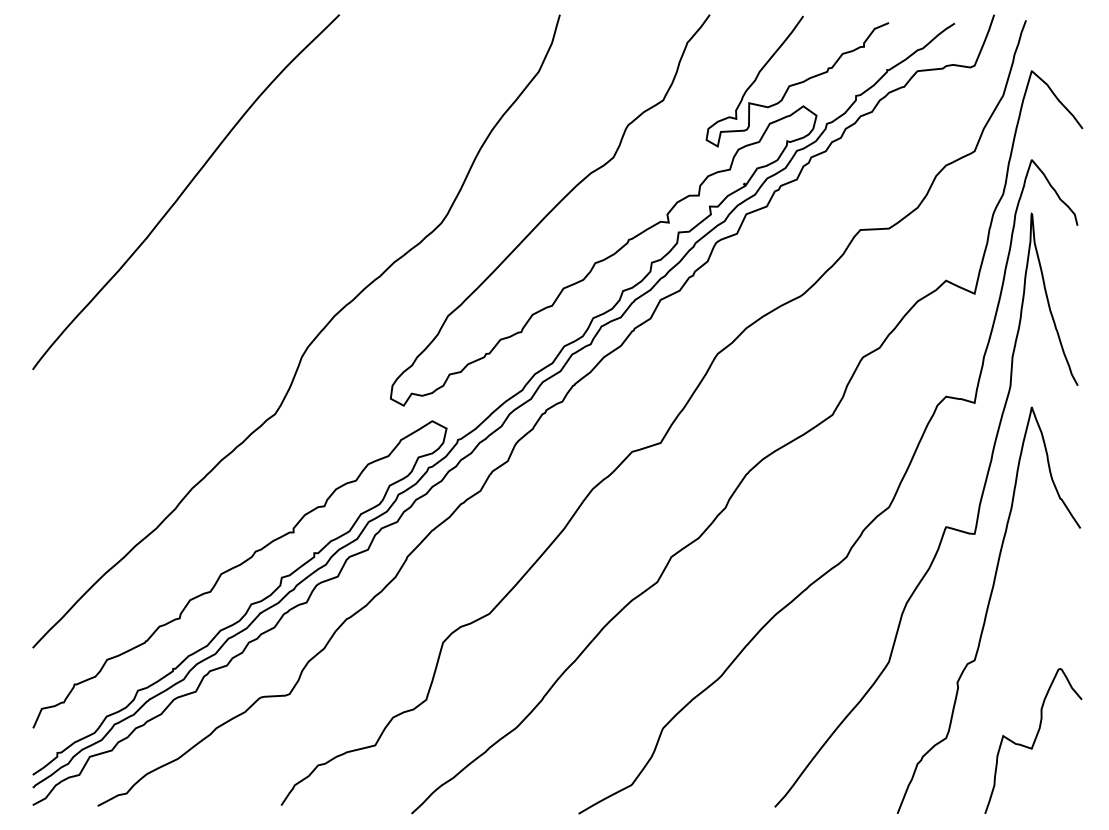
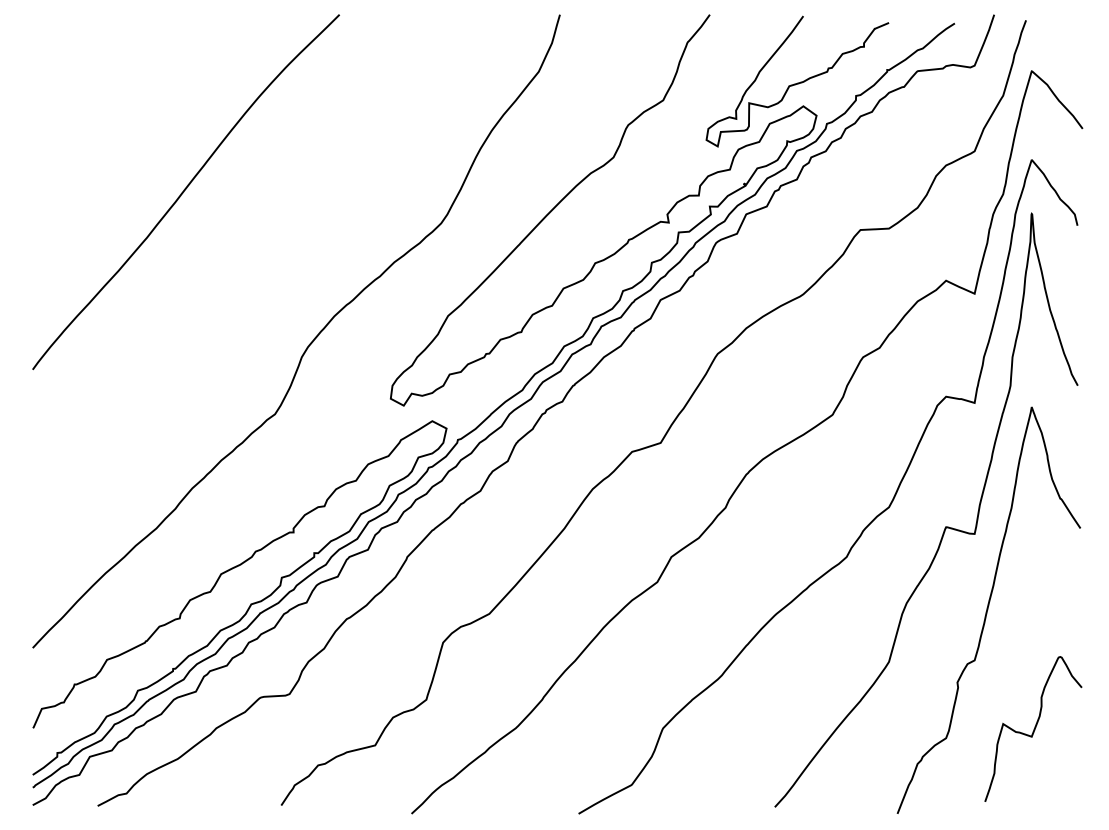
curve at (1034, 740) position: (1034, 740) -> (1034, 728)
